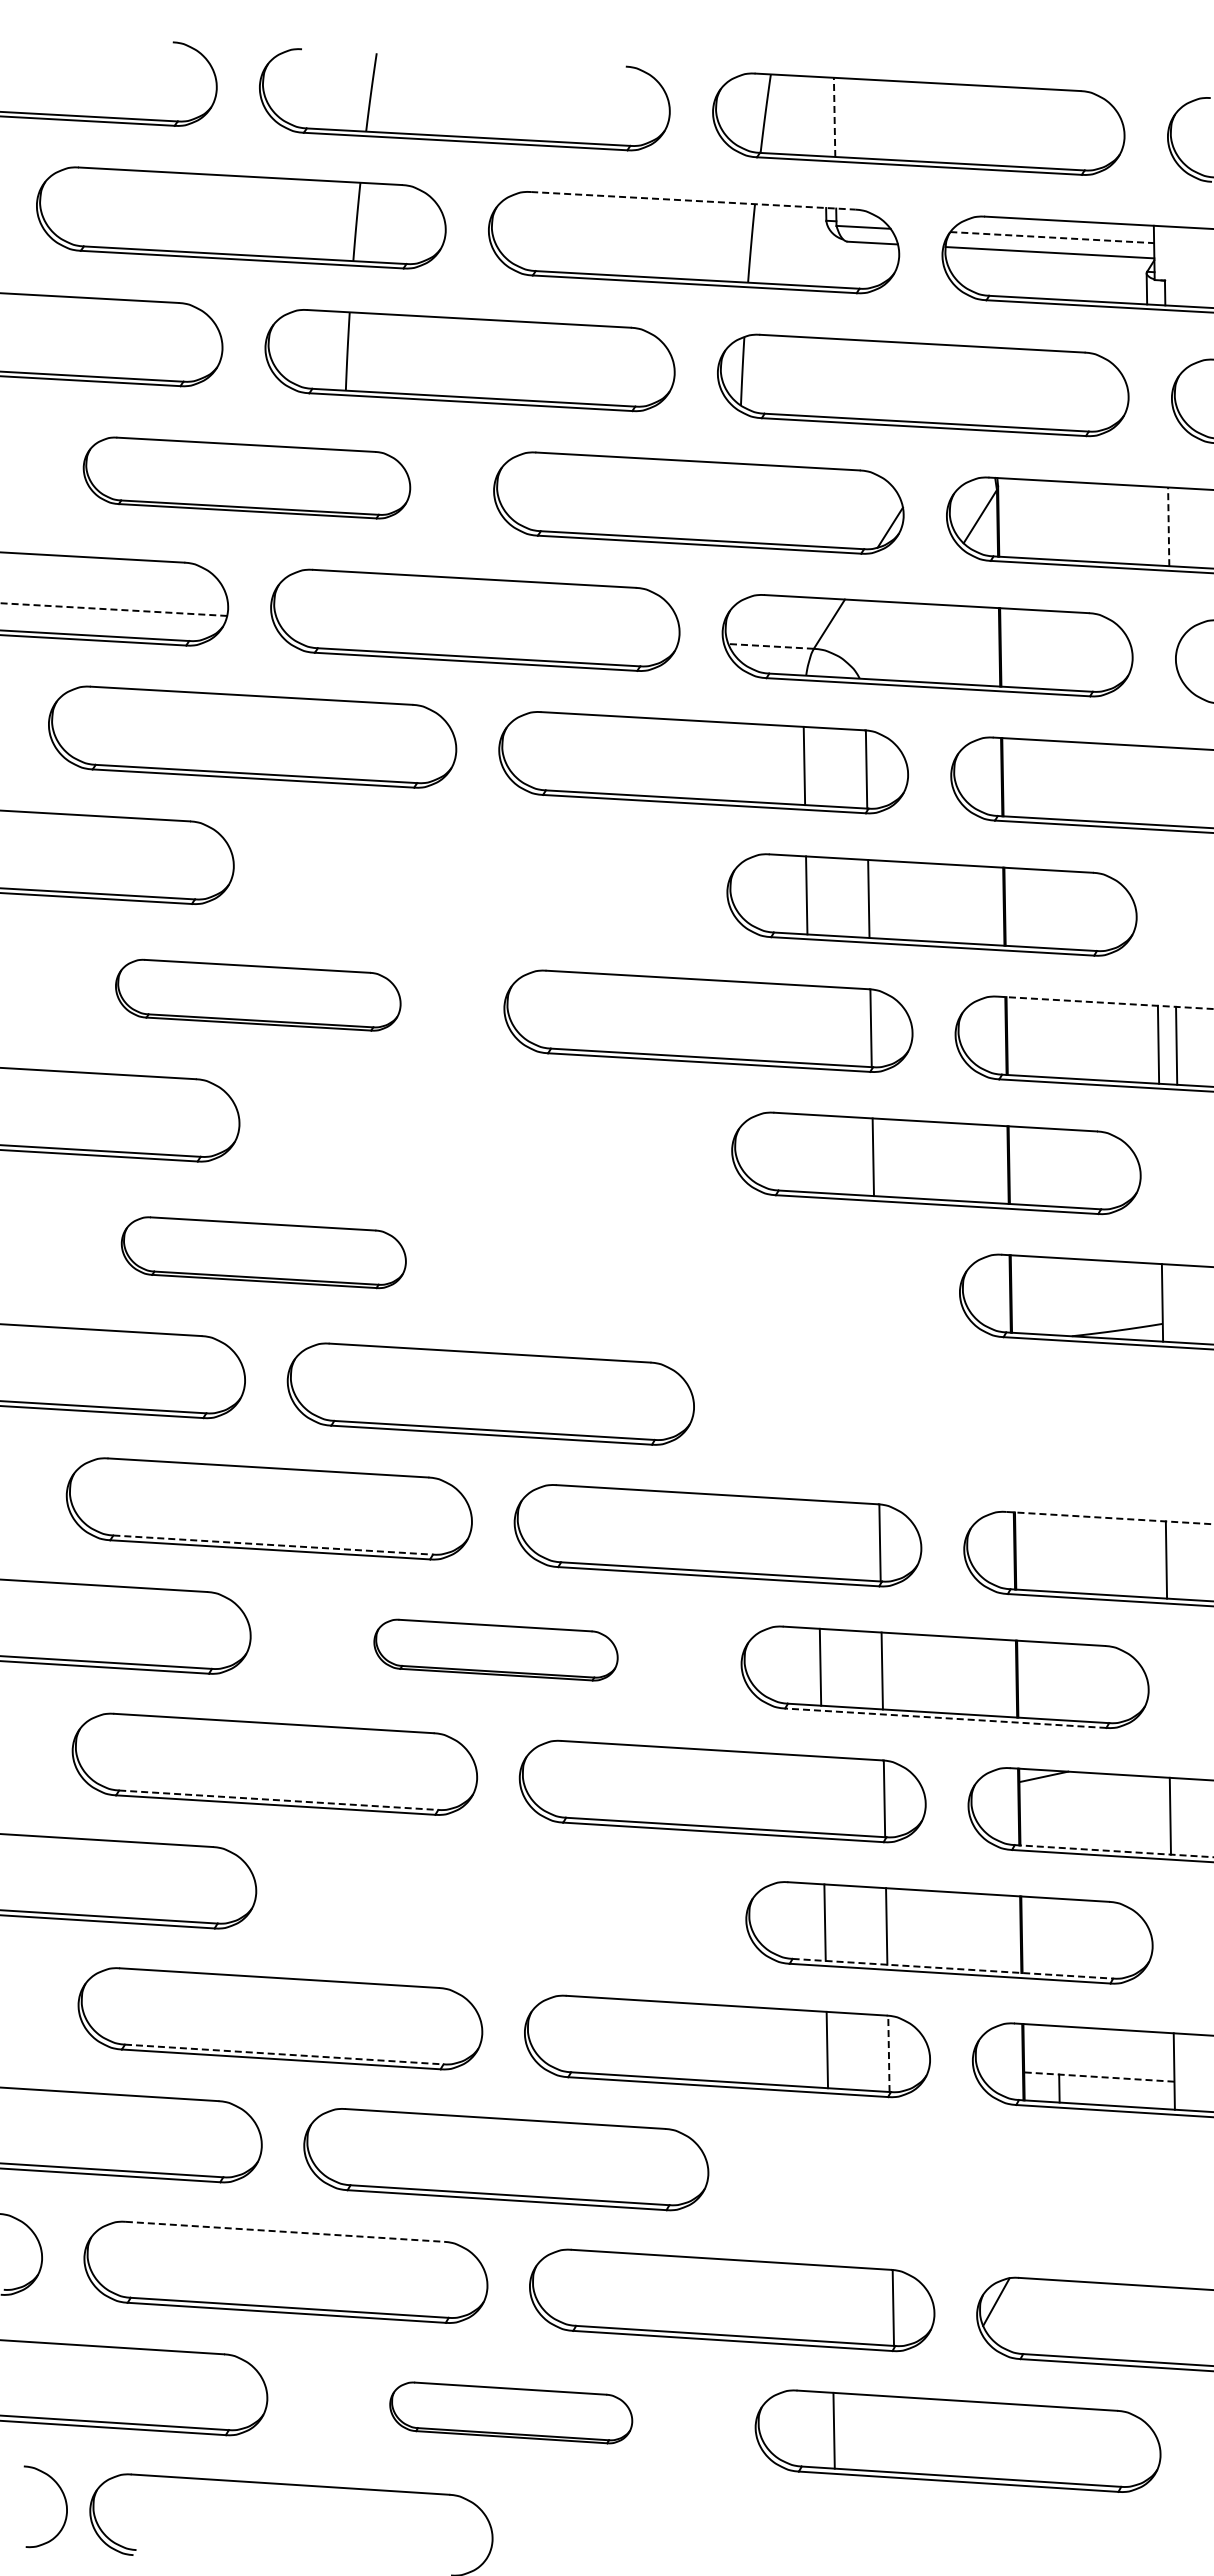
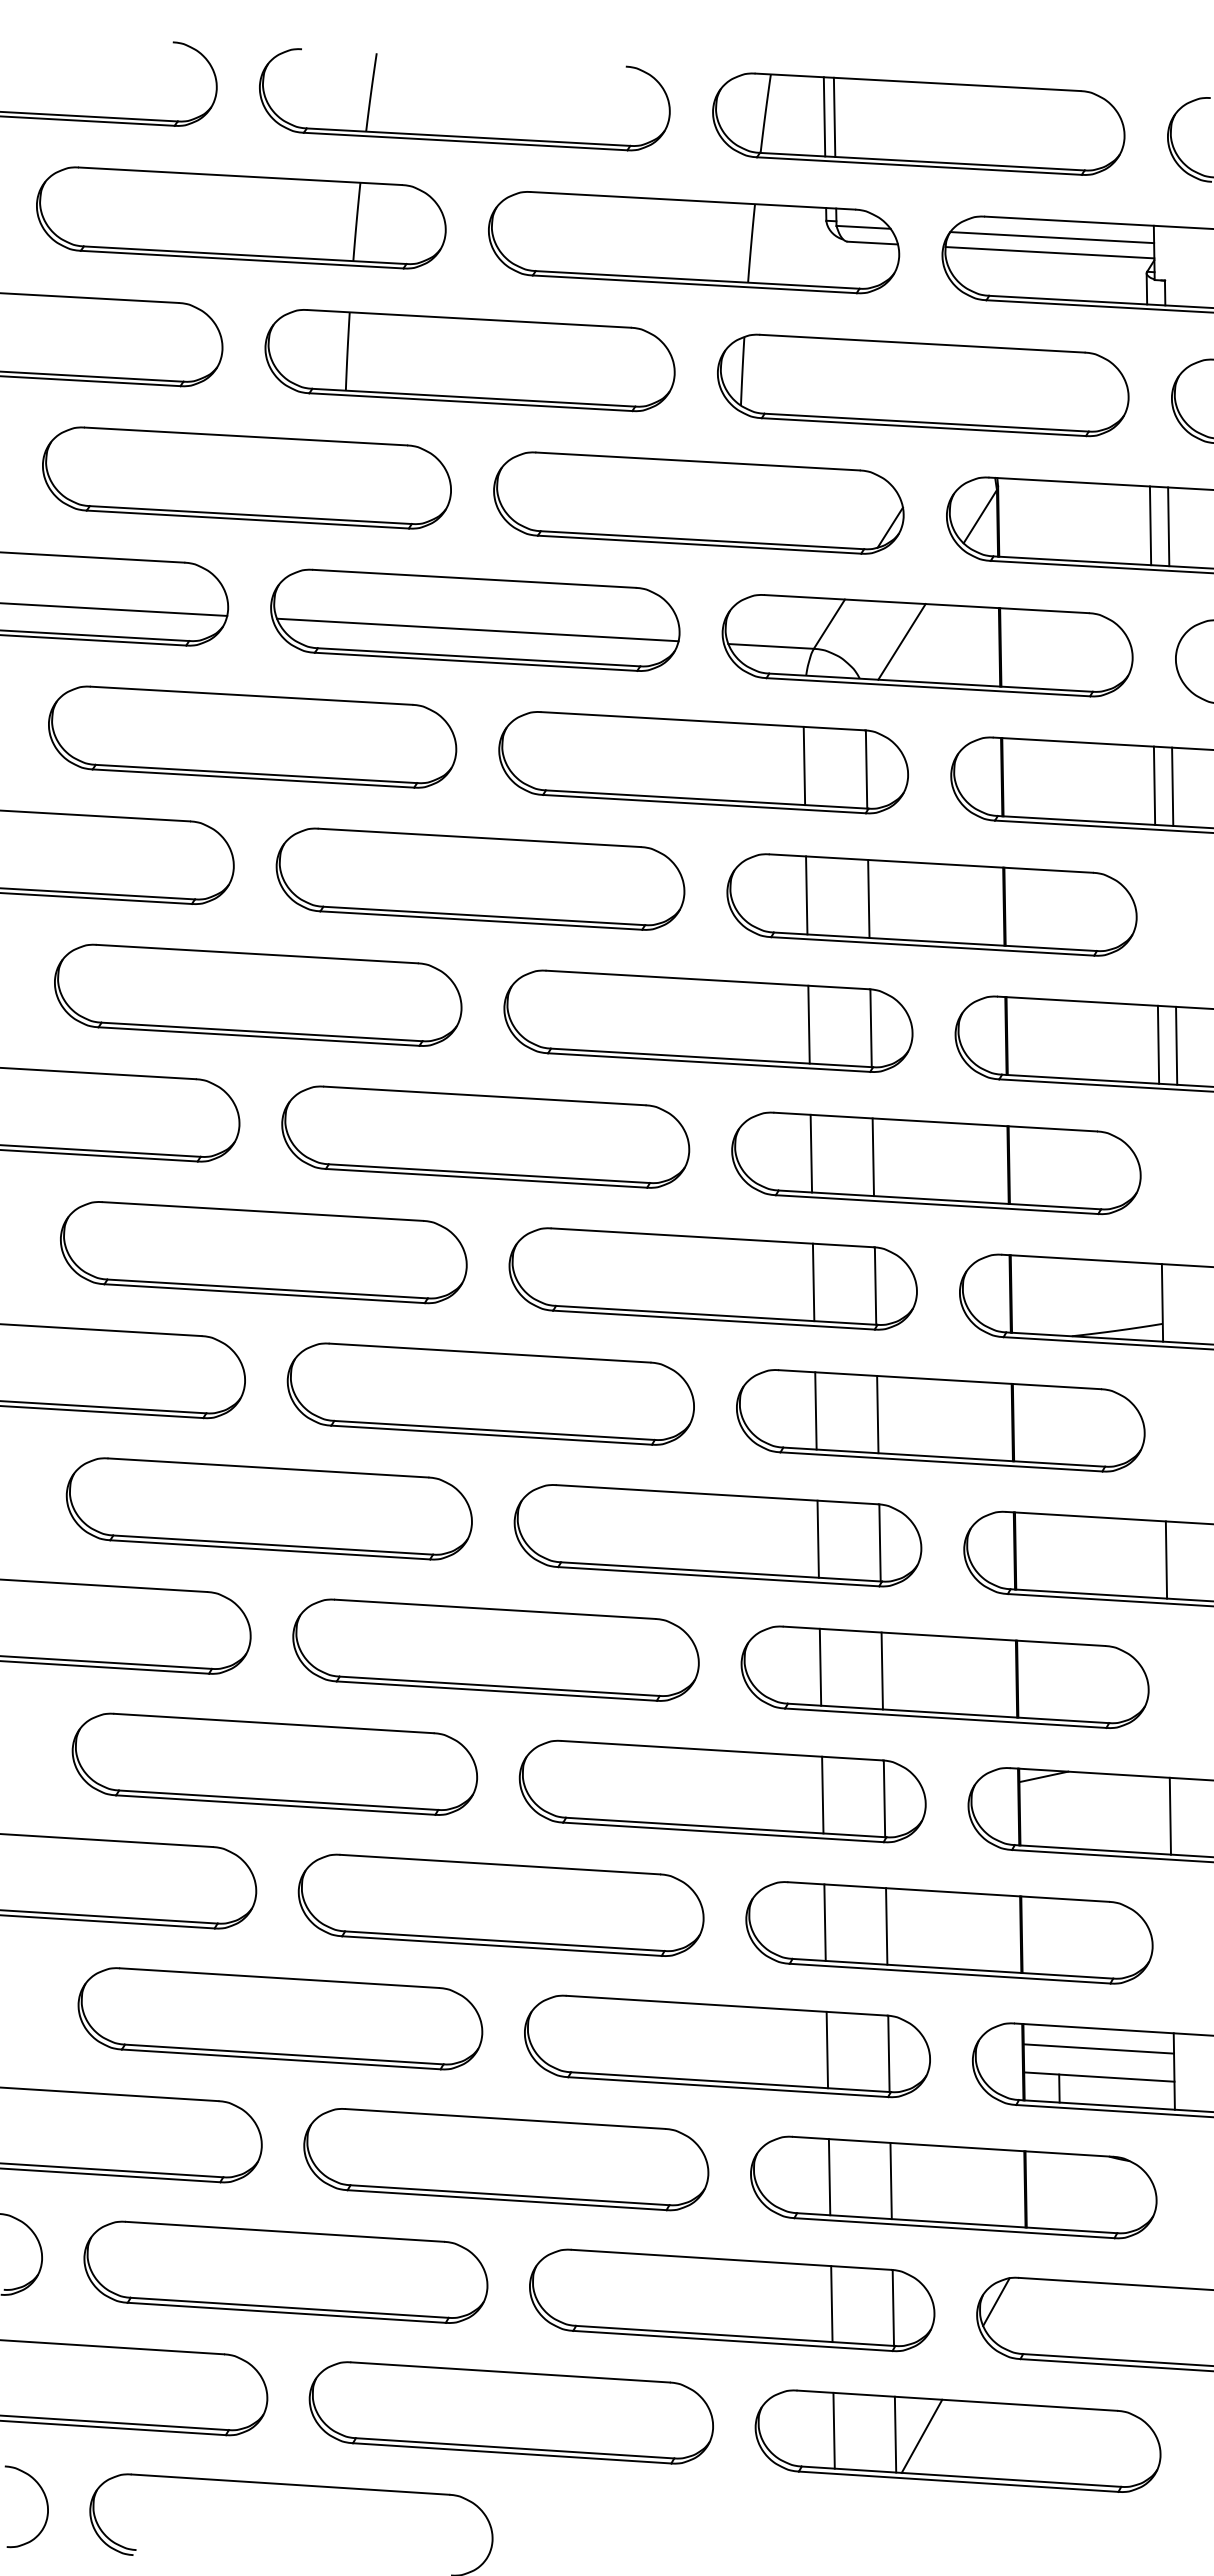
line at (824, 116): none -> present
line at (834, 117): dashed -> solid
line at (693, 200): dashed -> solid
line at (1052, 237): dashed -> solid
part at (246, 477) size: 330x84 px -> 410x104 px
line at (1150, 525): none -> present
line at (1168, 526): dashed -> solid
line at (113, 609): dashed -> solid
line at (477, 629): none -> present
line at (901, 641): none -> present
line at (771, 646): dashed -> solid
line at (1154, 785): none -> present
line at (1172, 786): none -> present
part at (480, 878): none -> present
part at (258, 994) size: 287x74 px -> 409x104 px
line at (1106, 1002): dashed -> solid
line at (808, 1024): none -> present
part at (485, 1136): none -> present
line at (811, 1153): none -> present
part at (263, 1252) size: 287x74 px -> 408x104 px
part at (712, 1278): none -> present
part at (940, 1420): none -> present
line at (1110, 1518): dashed -> solid
line at (817, 1538): none -> present
line at (273, 1545): dashed -> solid
part at (495, 1649) size: 246x64 px -> 408x104 px
line at (945, 1718): dashed -> solid
line at (822, 1794): none -> present
line at (278, 1800): dashed -> solid
line at (1114, 1851): dashed -> solid
part at (500, 1904): none -> present
line at (952, 1968): dashed -> solid
line at (1098, 2048): none -> present
line at (888, 2053): dashed -> solid
line at (284, 2054): dashed -> solid
line at (1098, 2077): dashed -> solid
part at (953, 2187): none -> present
line at (285, 2231): dashed -> solid
line at (831, 2304): none -> present
part at (511, 2412) size: 245x64 px -> 406x104 px
line at (895, 2434): none -> present
line at (921, 2435): none -> present
curve at (64, 2500) position: (64, 2500) -> (45, 2500)
